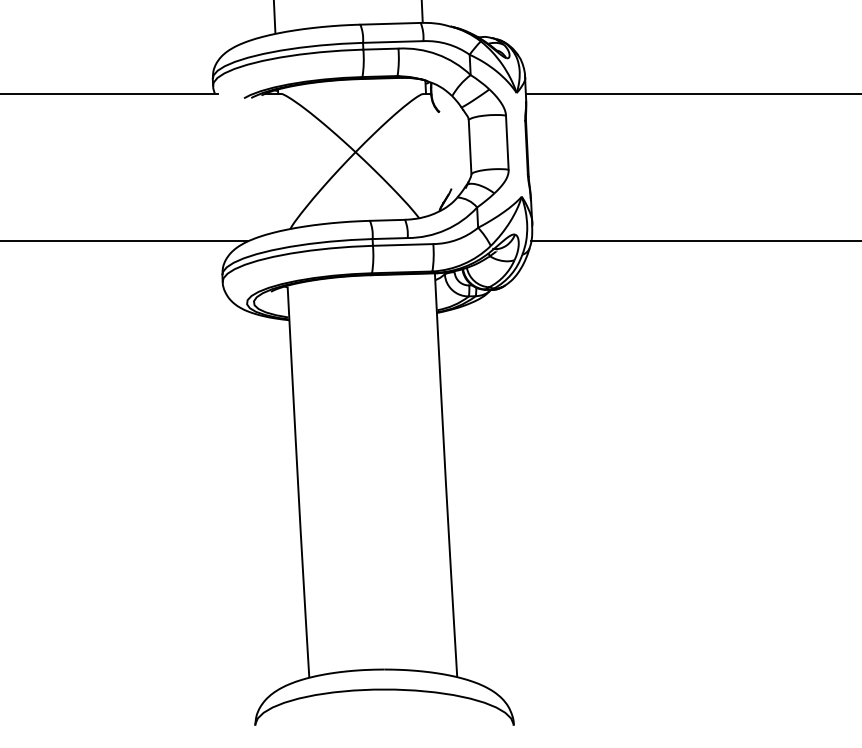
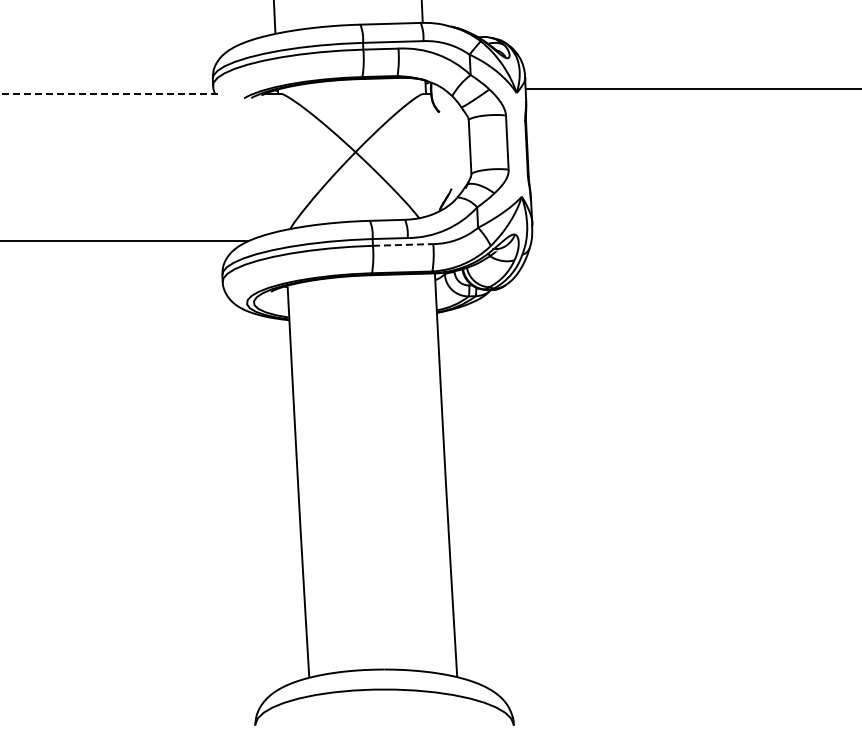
line at (108, 93): solid -> dashed
line at (691, 93) position: (691, 93) -> (691, 88)
line at (694, 241): present -> none
line at (403, 244): solid -> dashed
